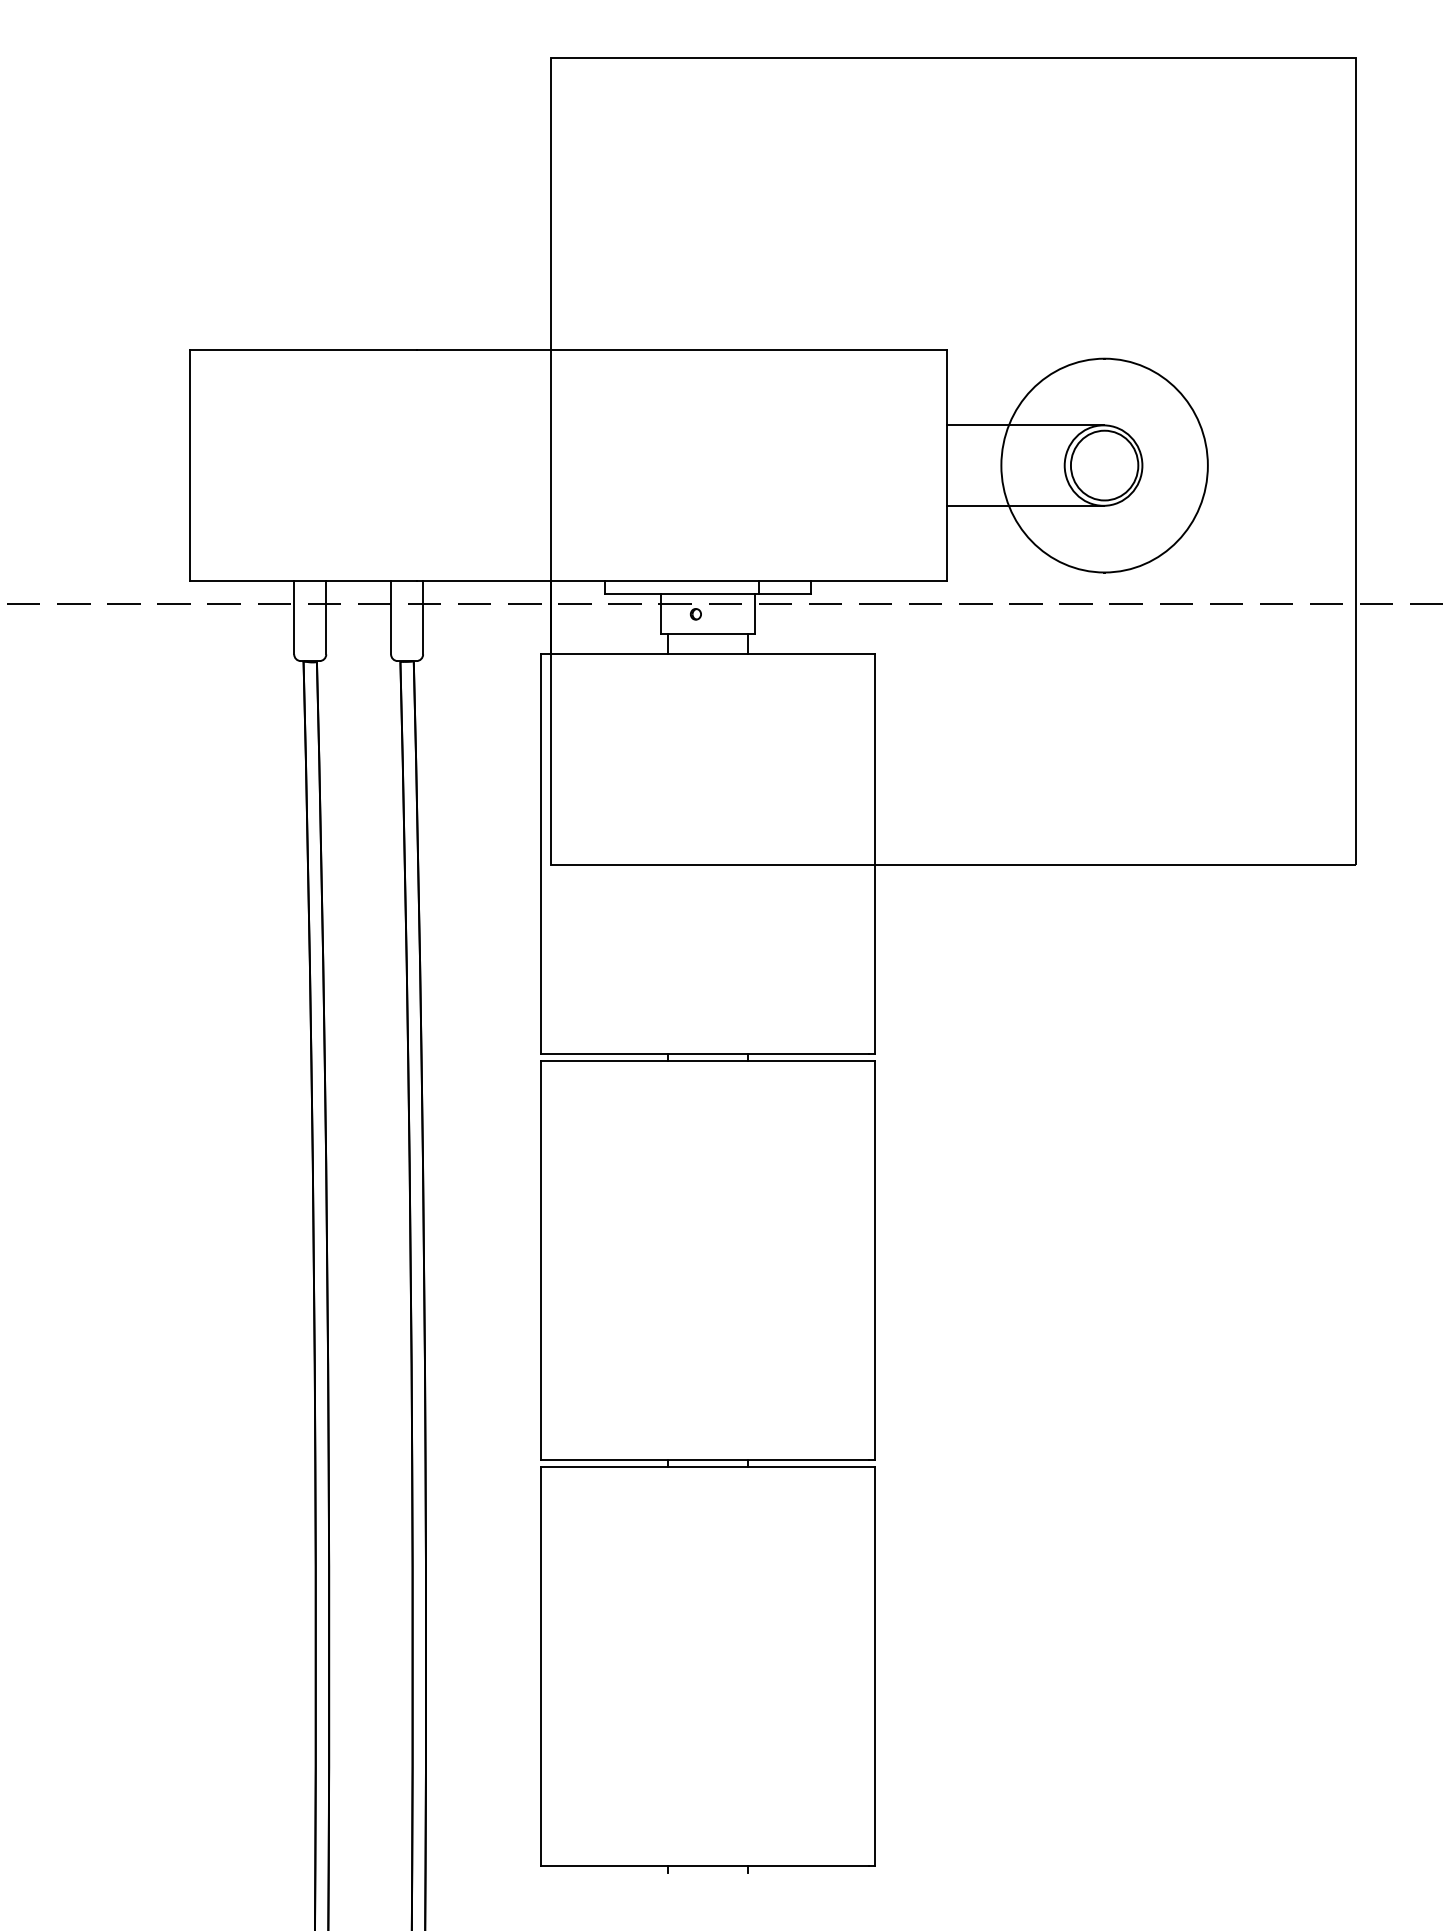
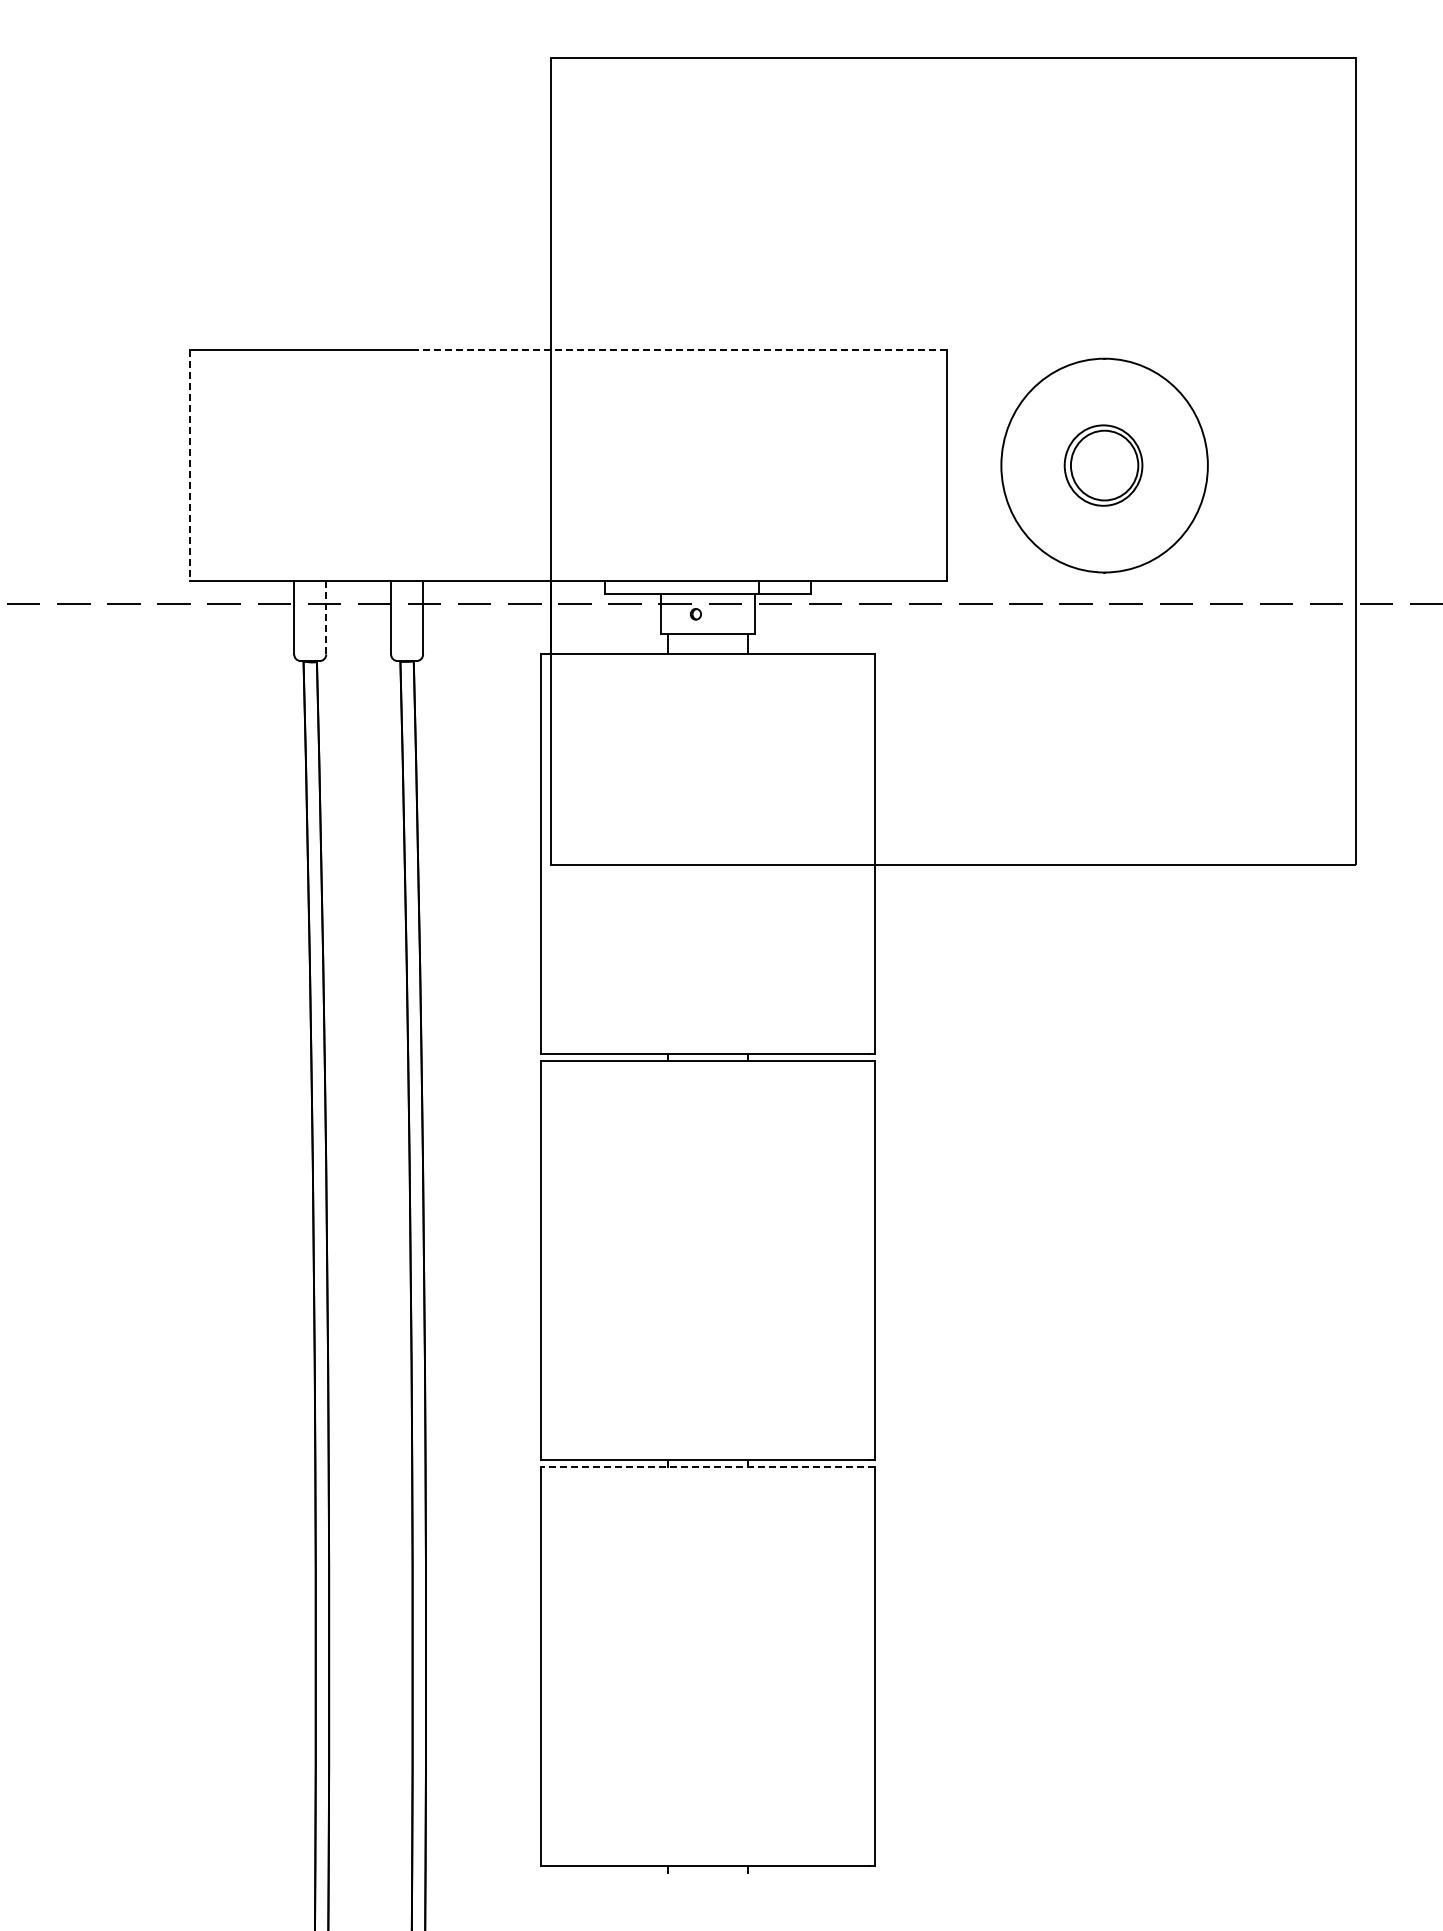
line at (681, 350): solid -> dashed
line at (1025, 425): present -> none
line at (190, 466): solid -> dashed
line at (1025, 505): present -> none
line at (326, 617): solid -> dashed
line at (707, 1466): solid -> dashed
